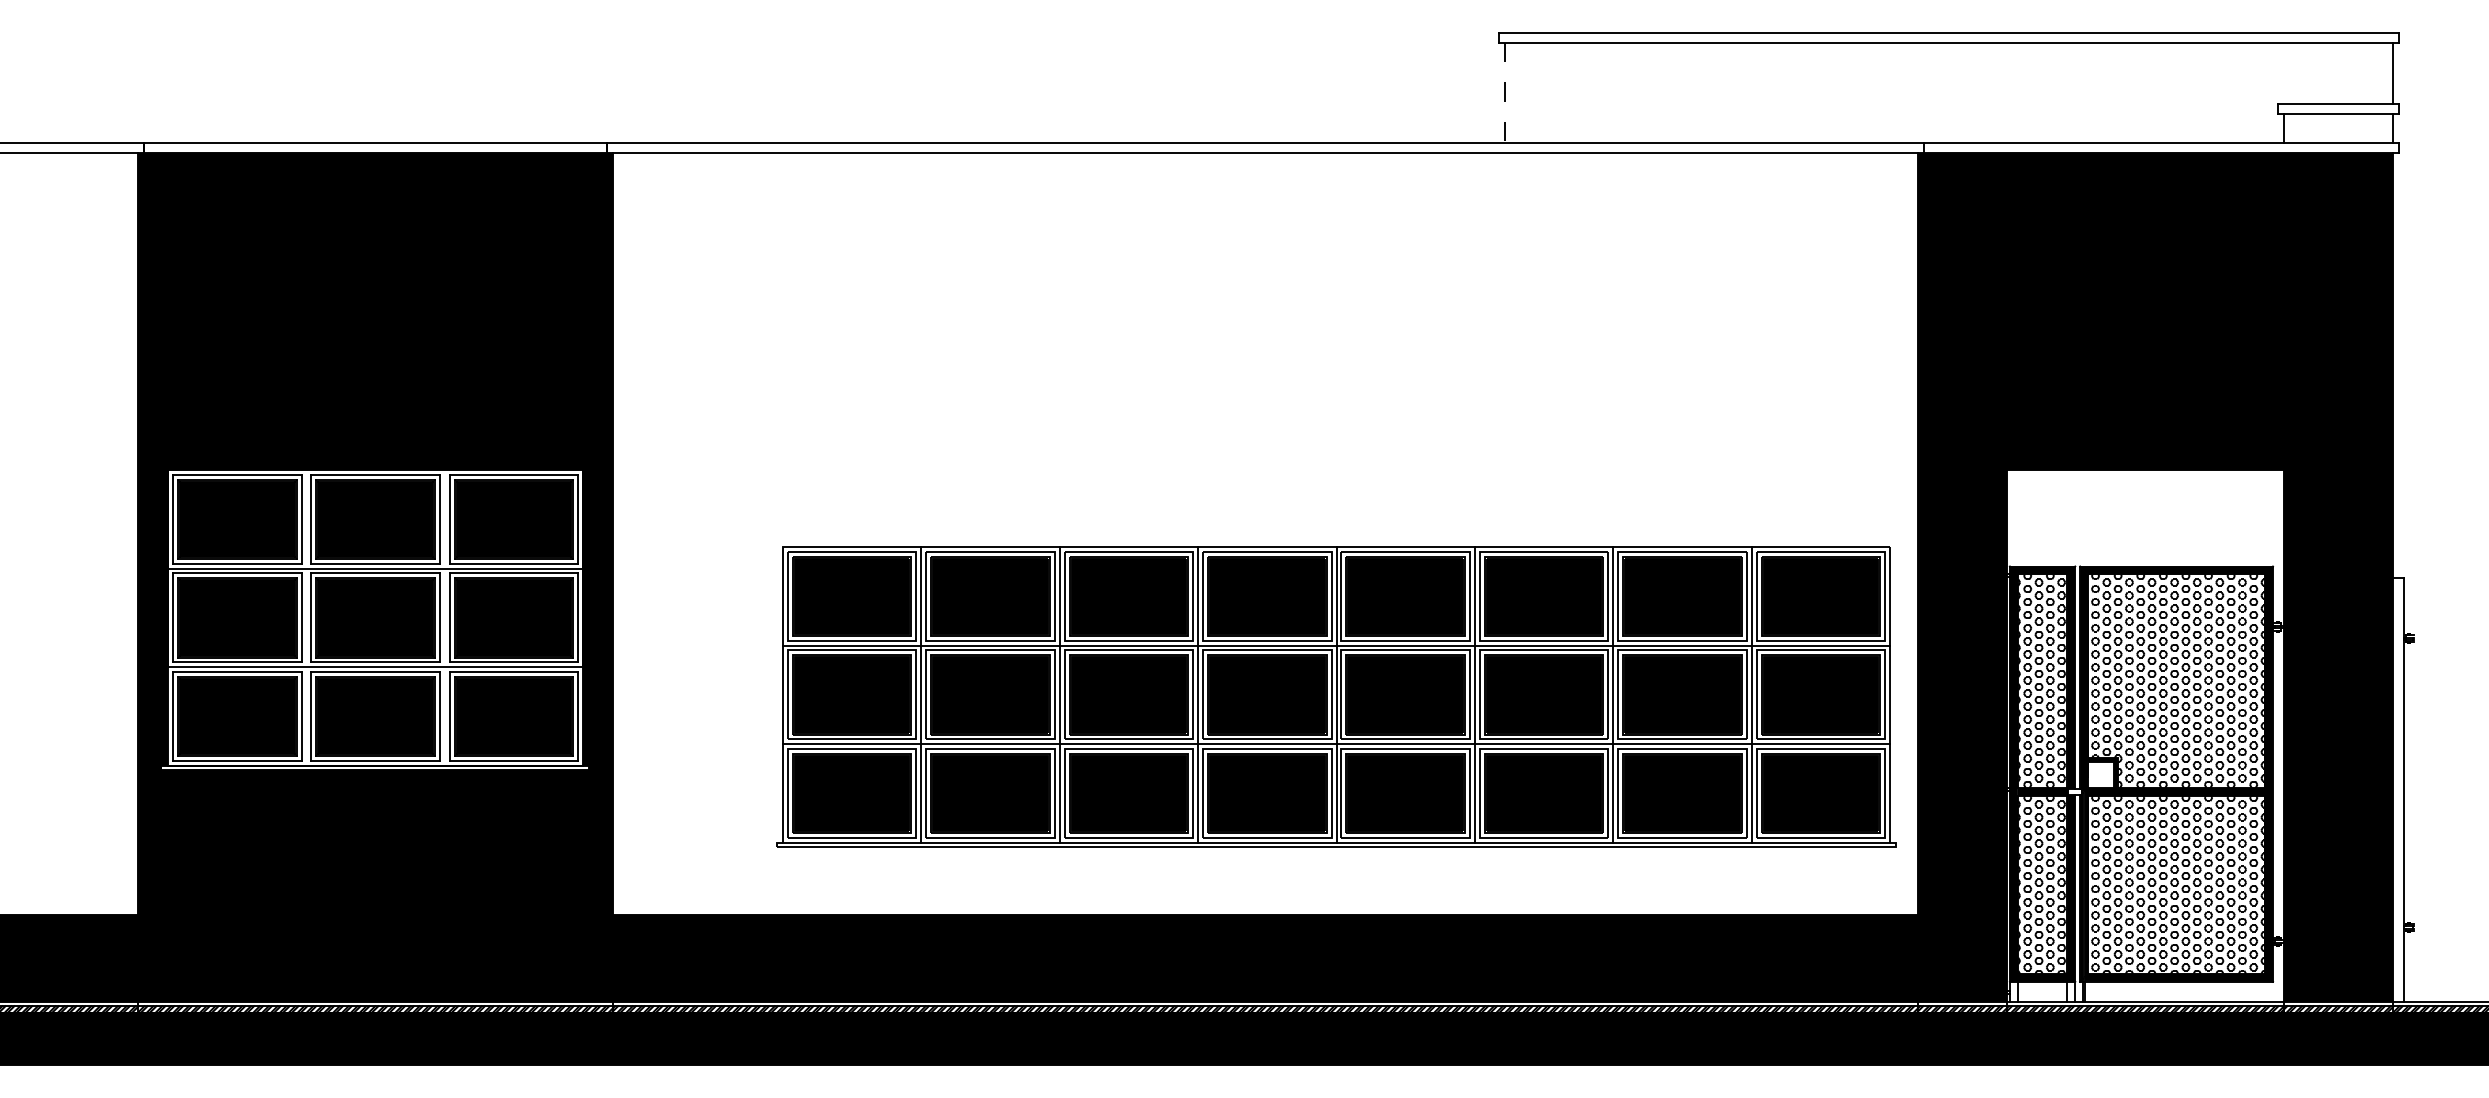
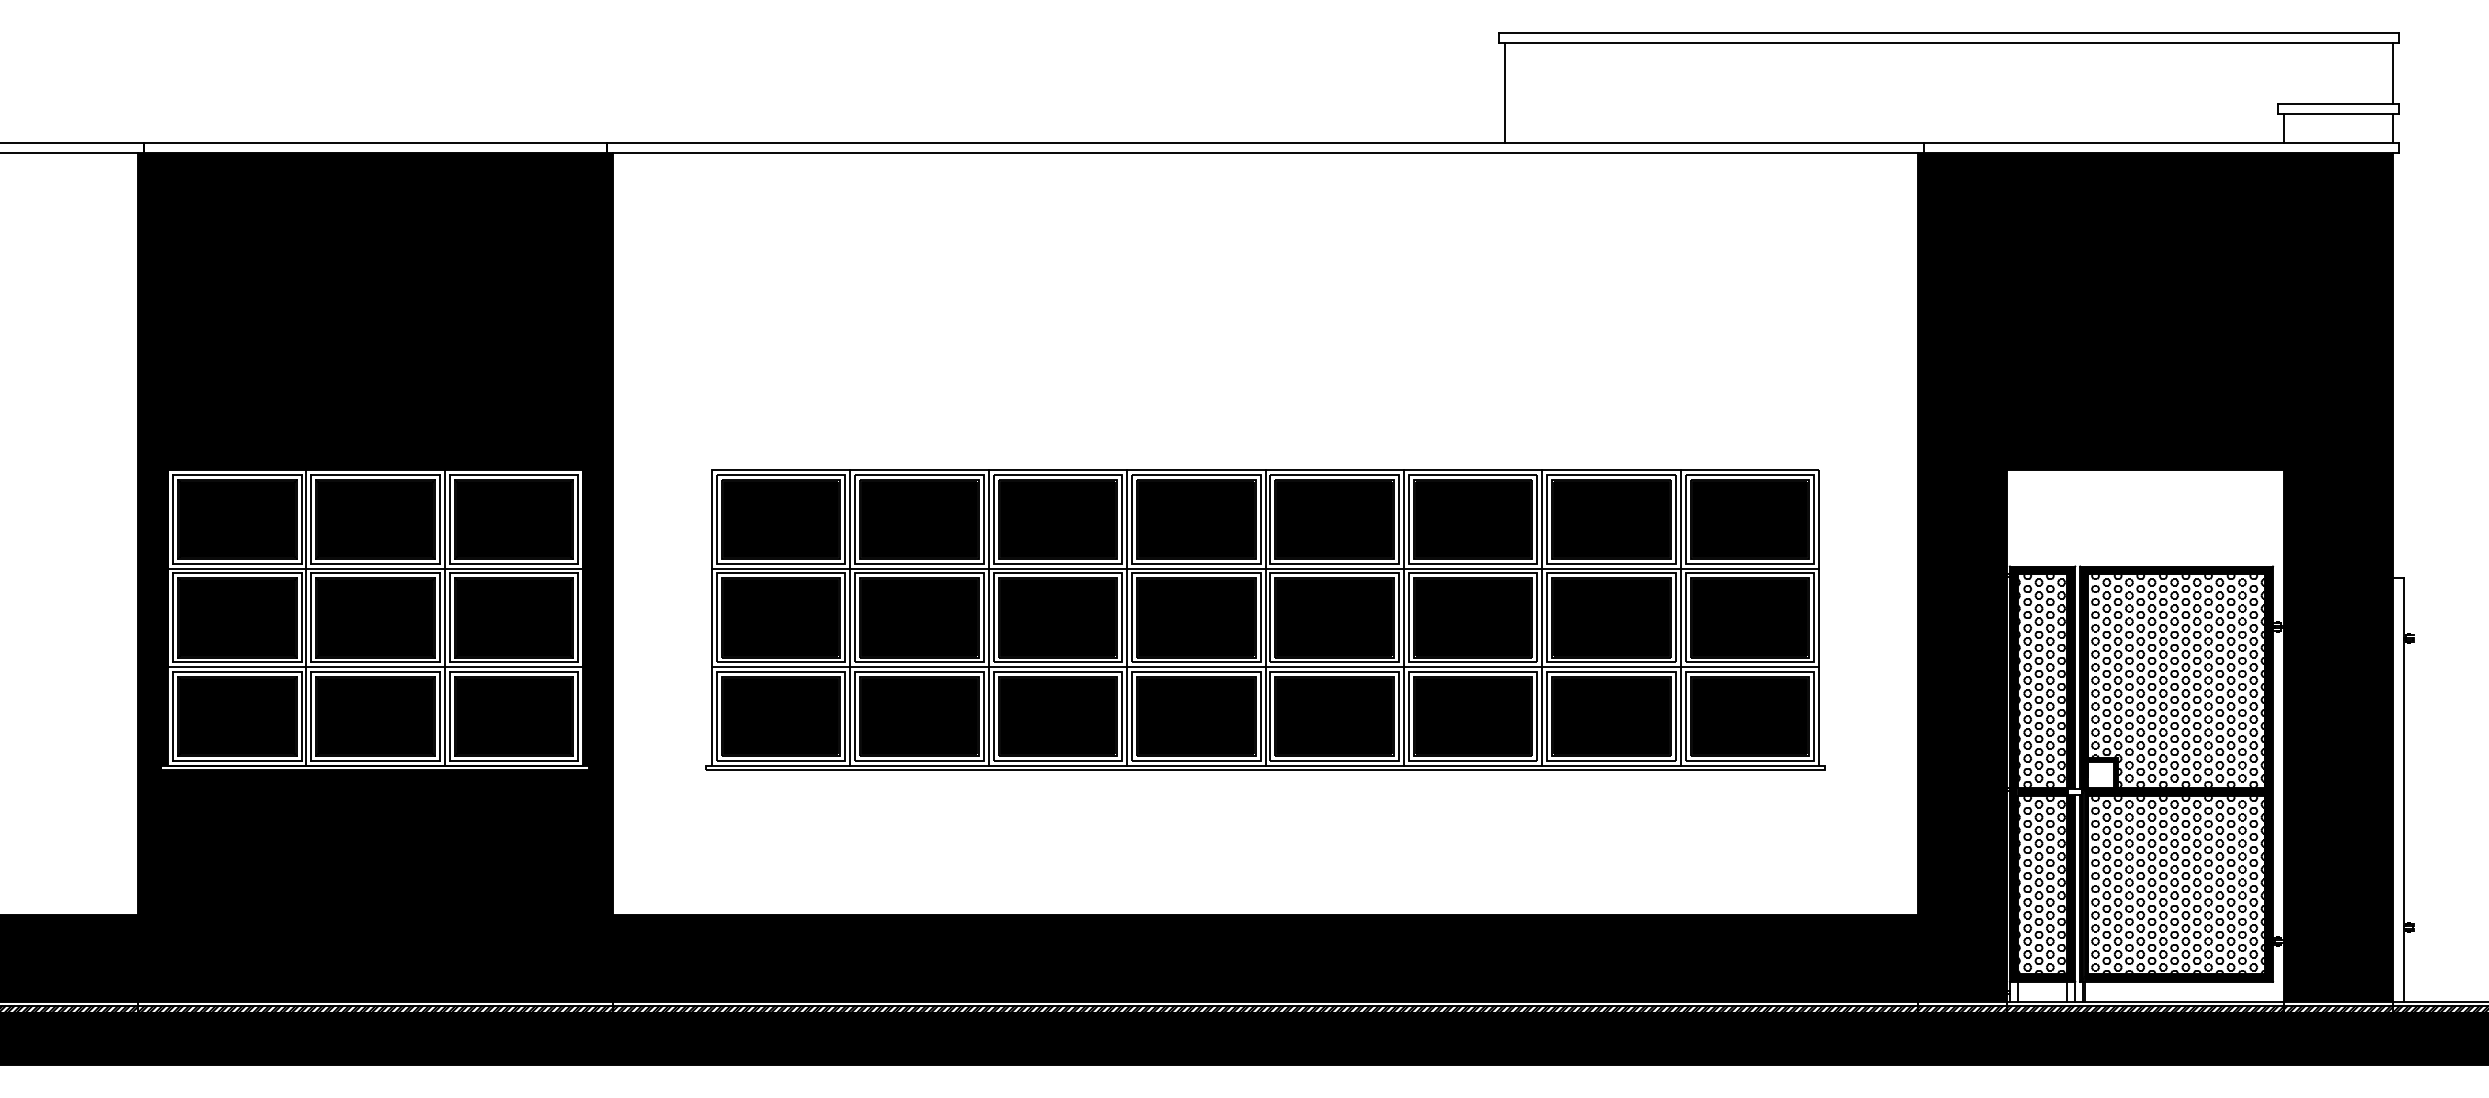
line at (1504, 93): dashed -> solid
line at (306, 617): none -> present
line at (444, 617): none -> present
part at (1336, 696) position: (1336, 696) -> (1265, 619)
